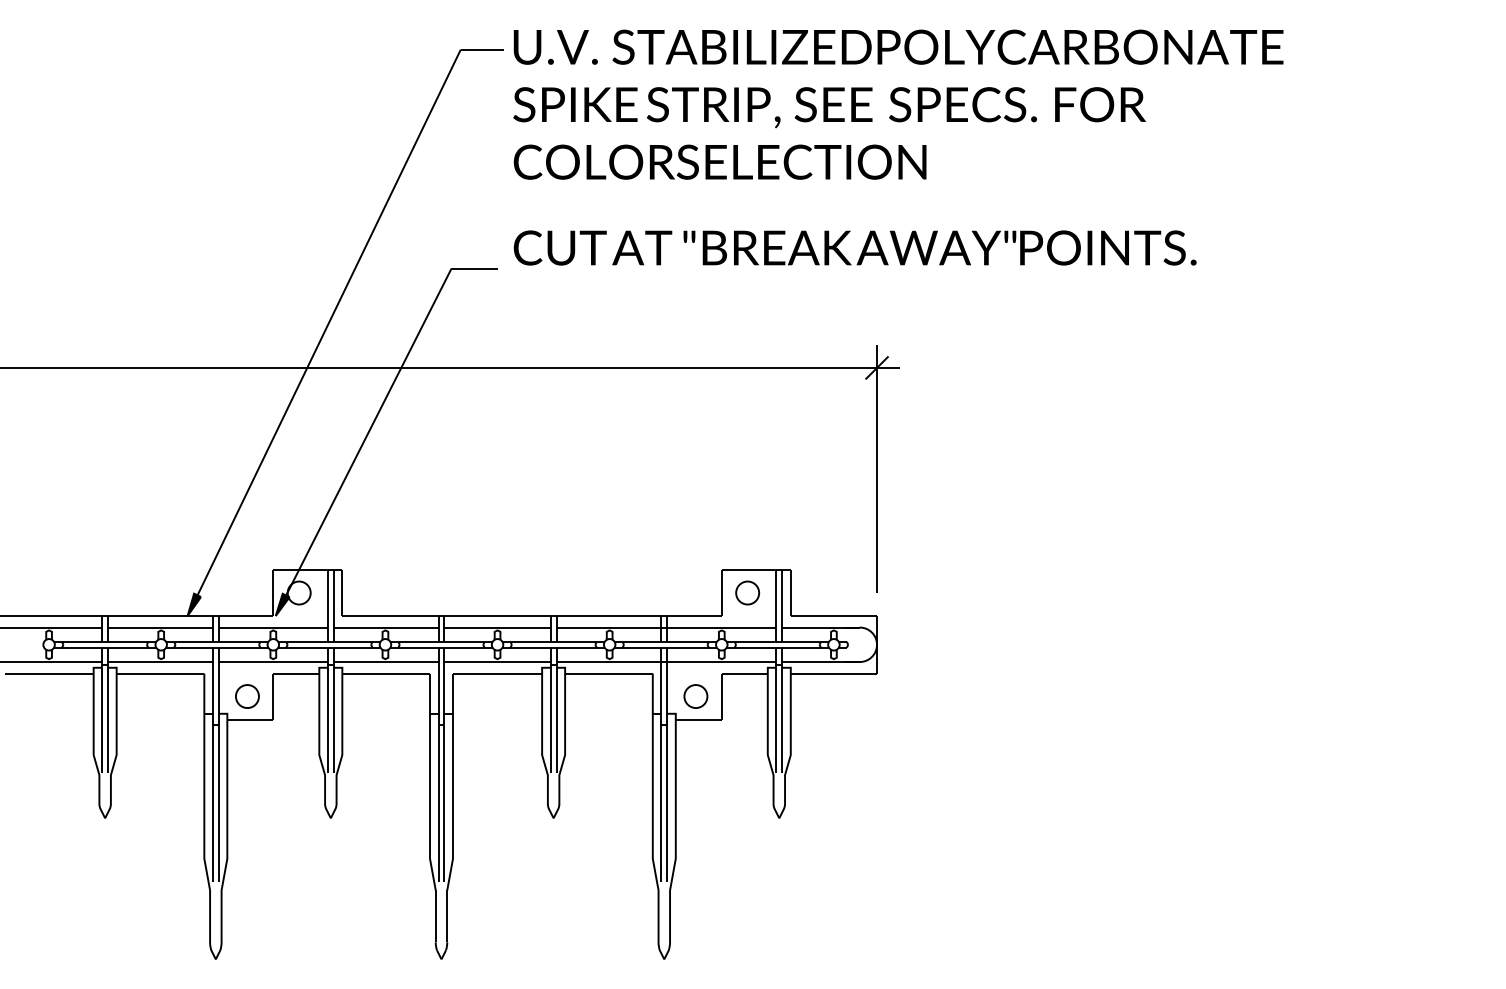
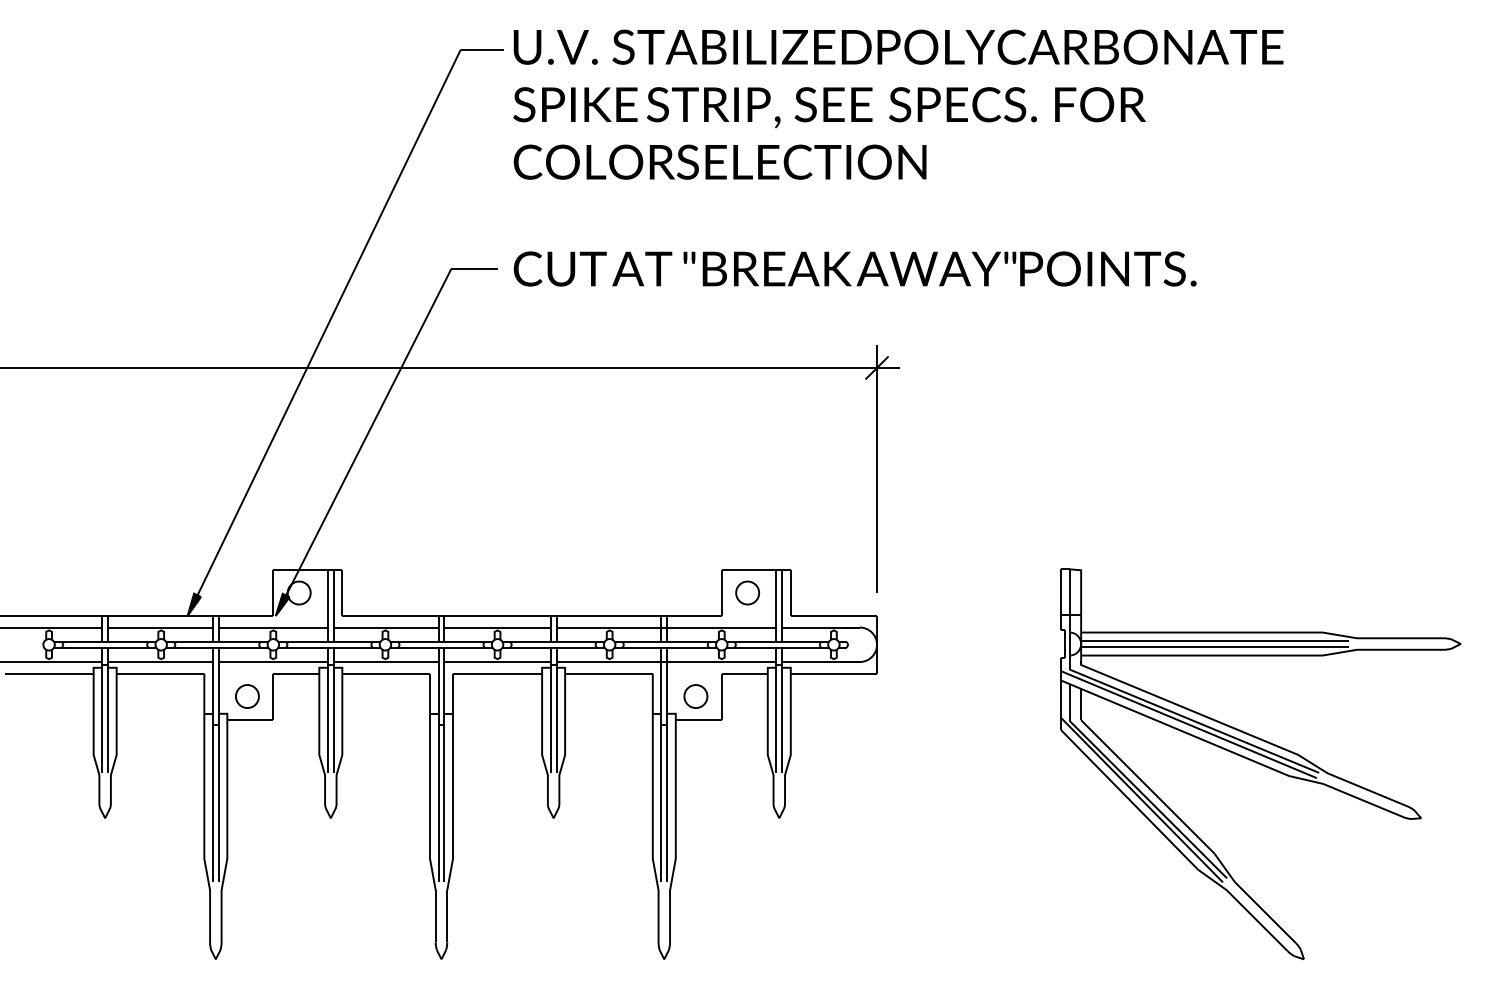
text at (854, 247) position: (854, 247) -> (854, 268)
part at (1260, 764): none -> present
